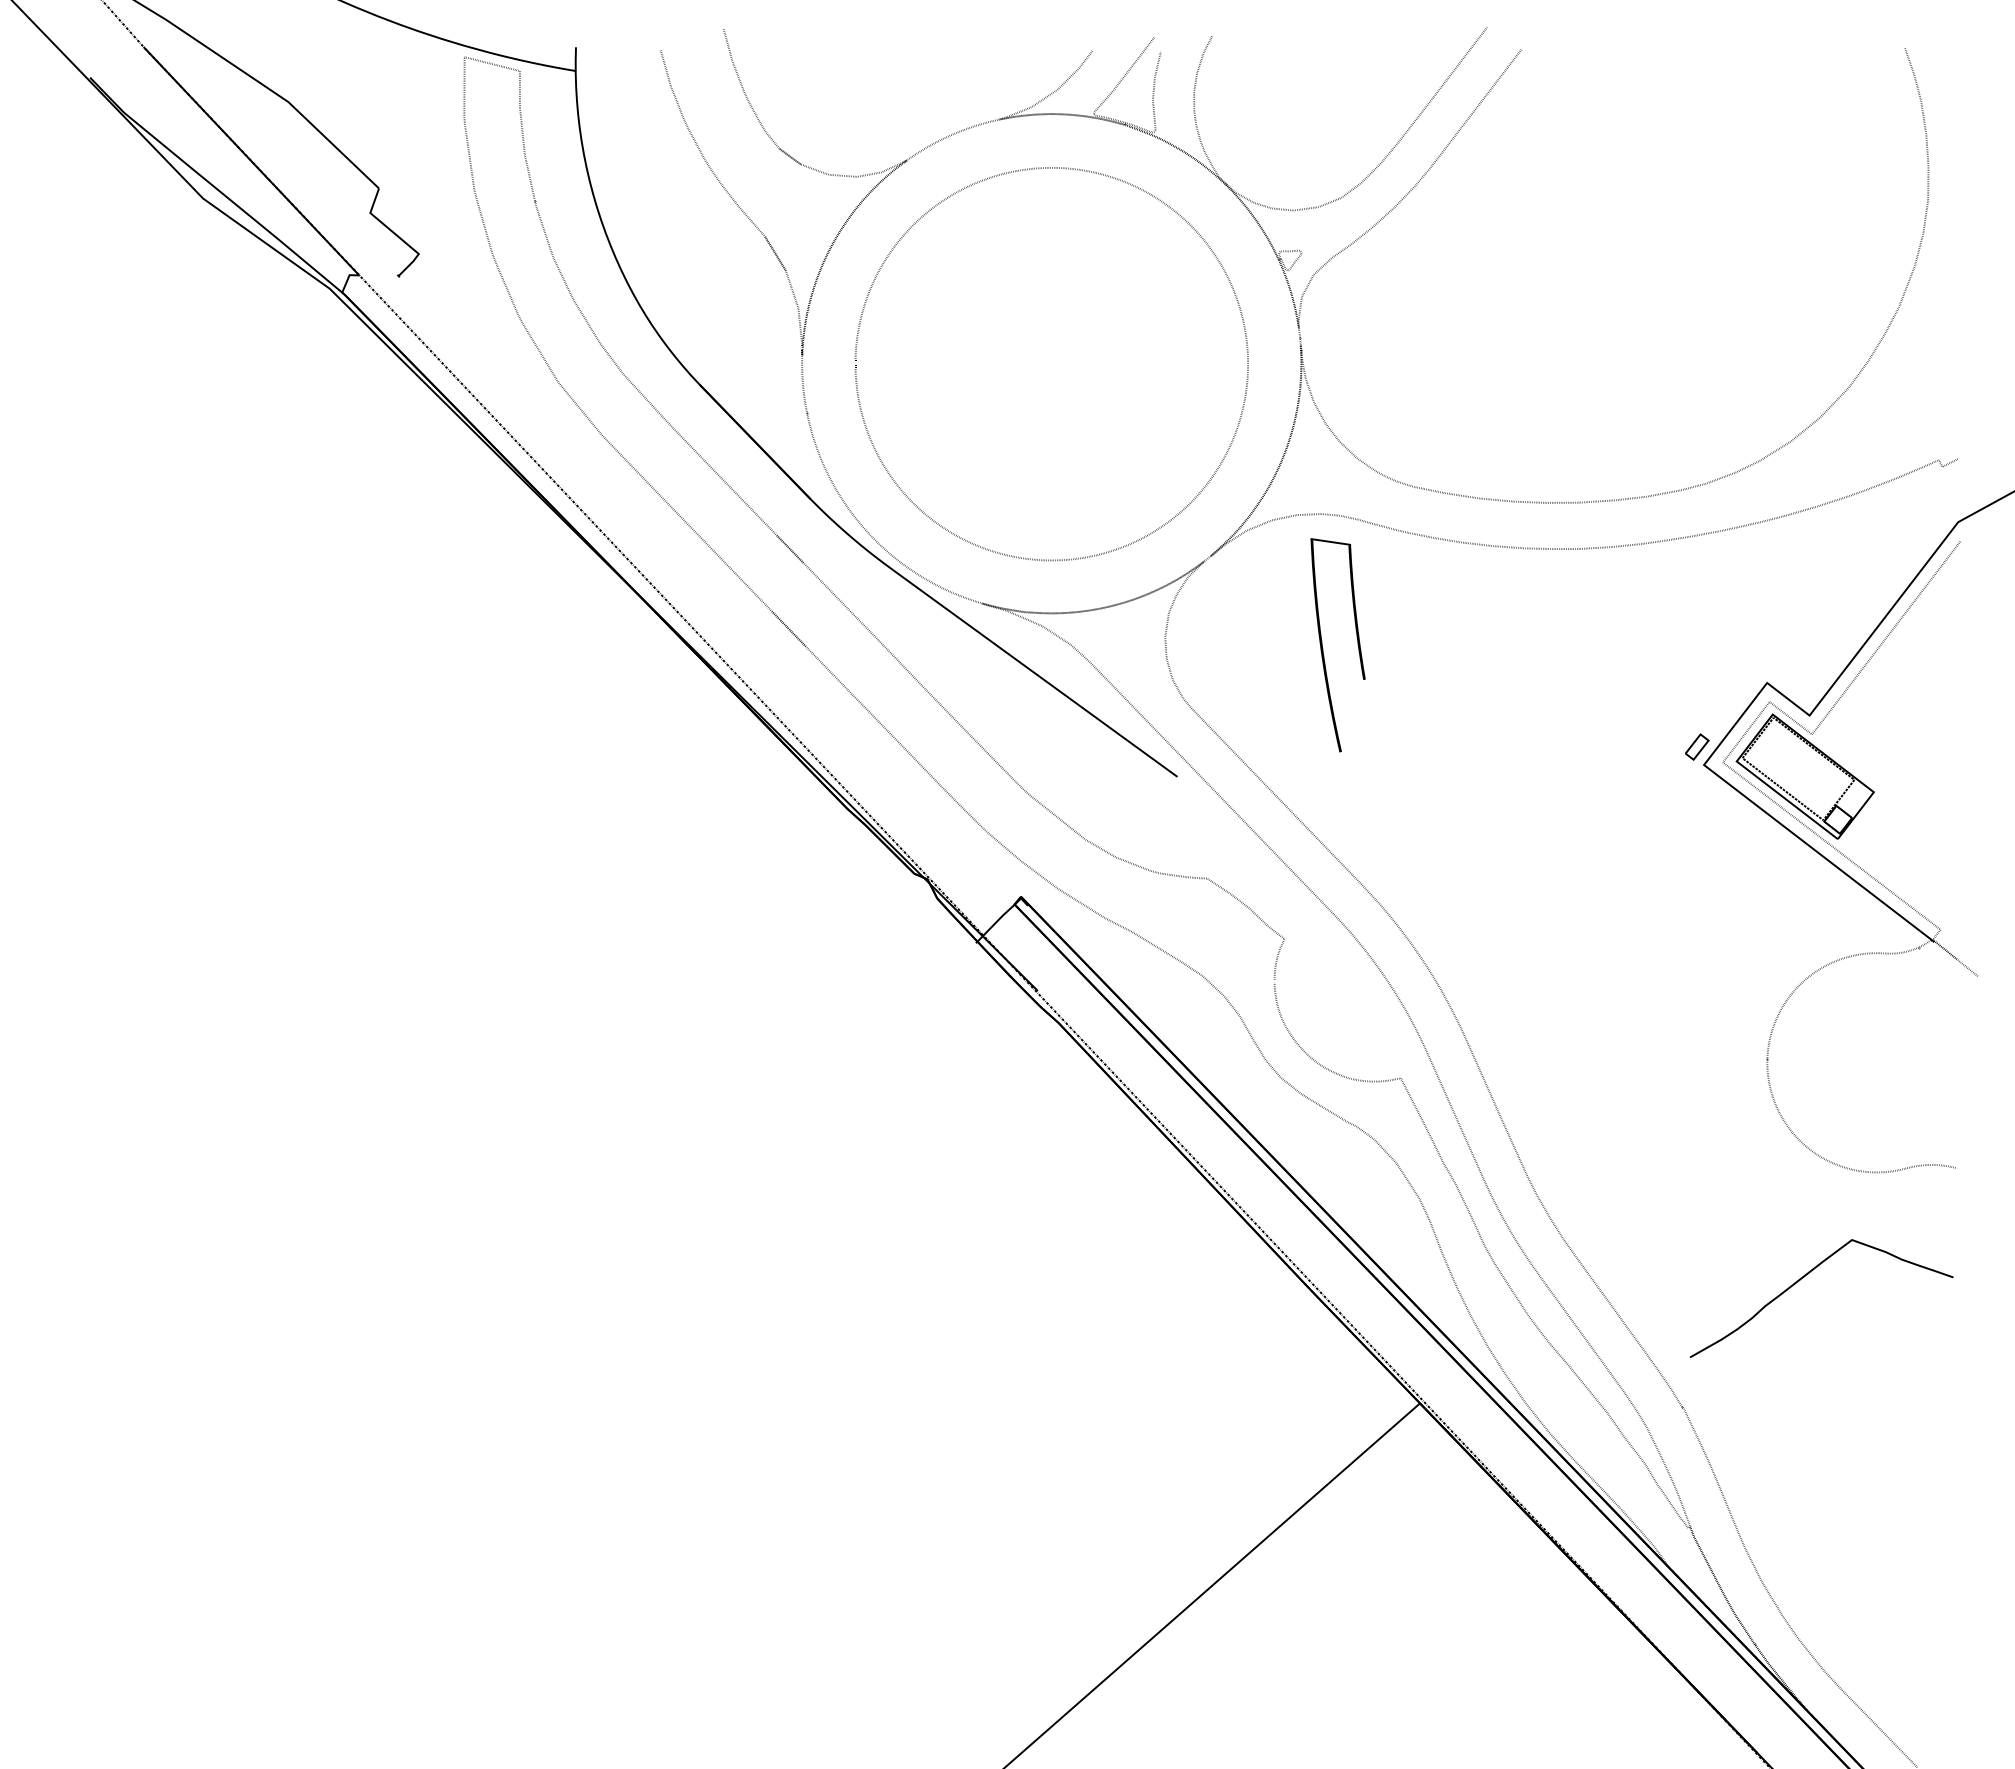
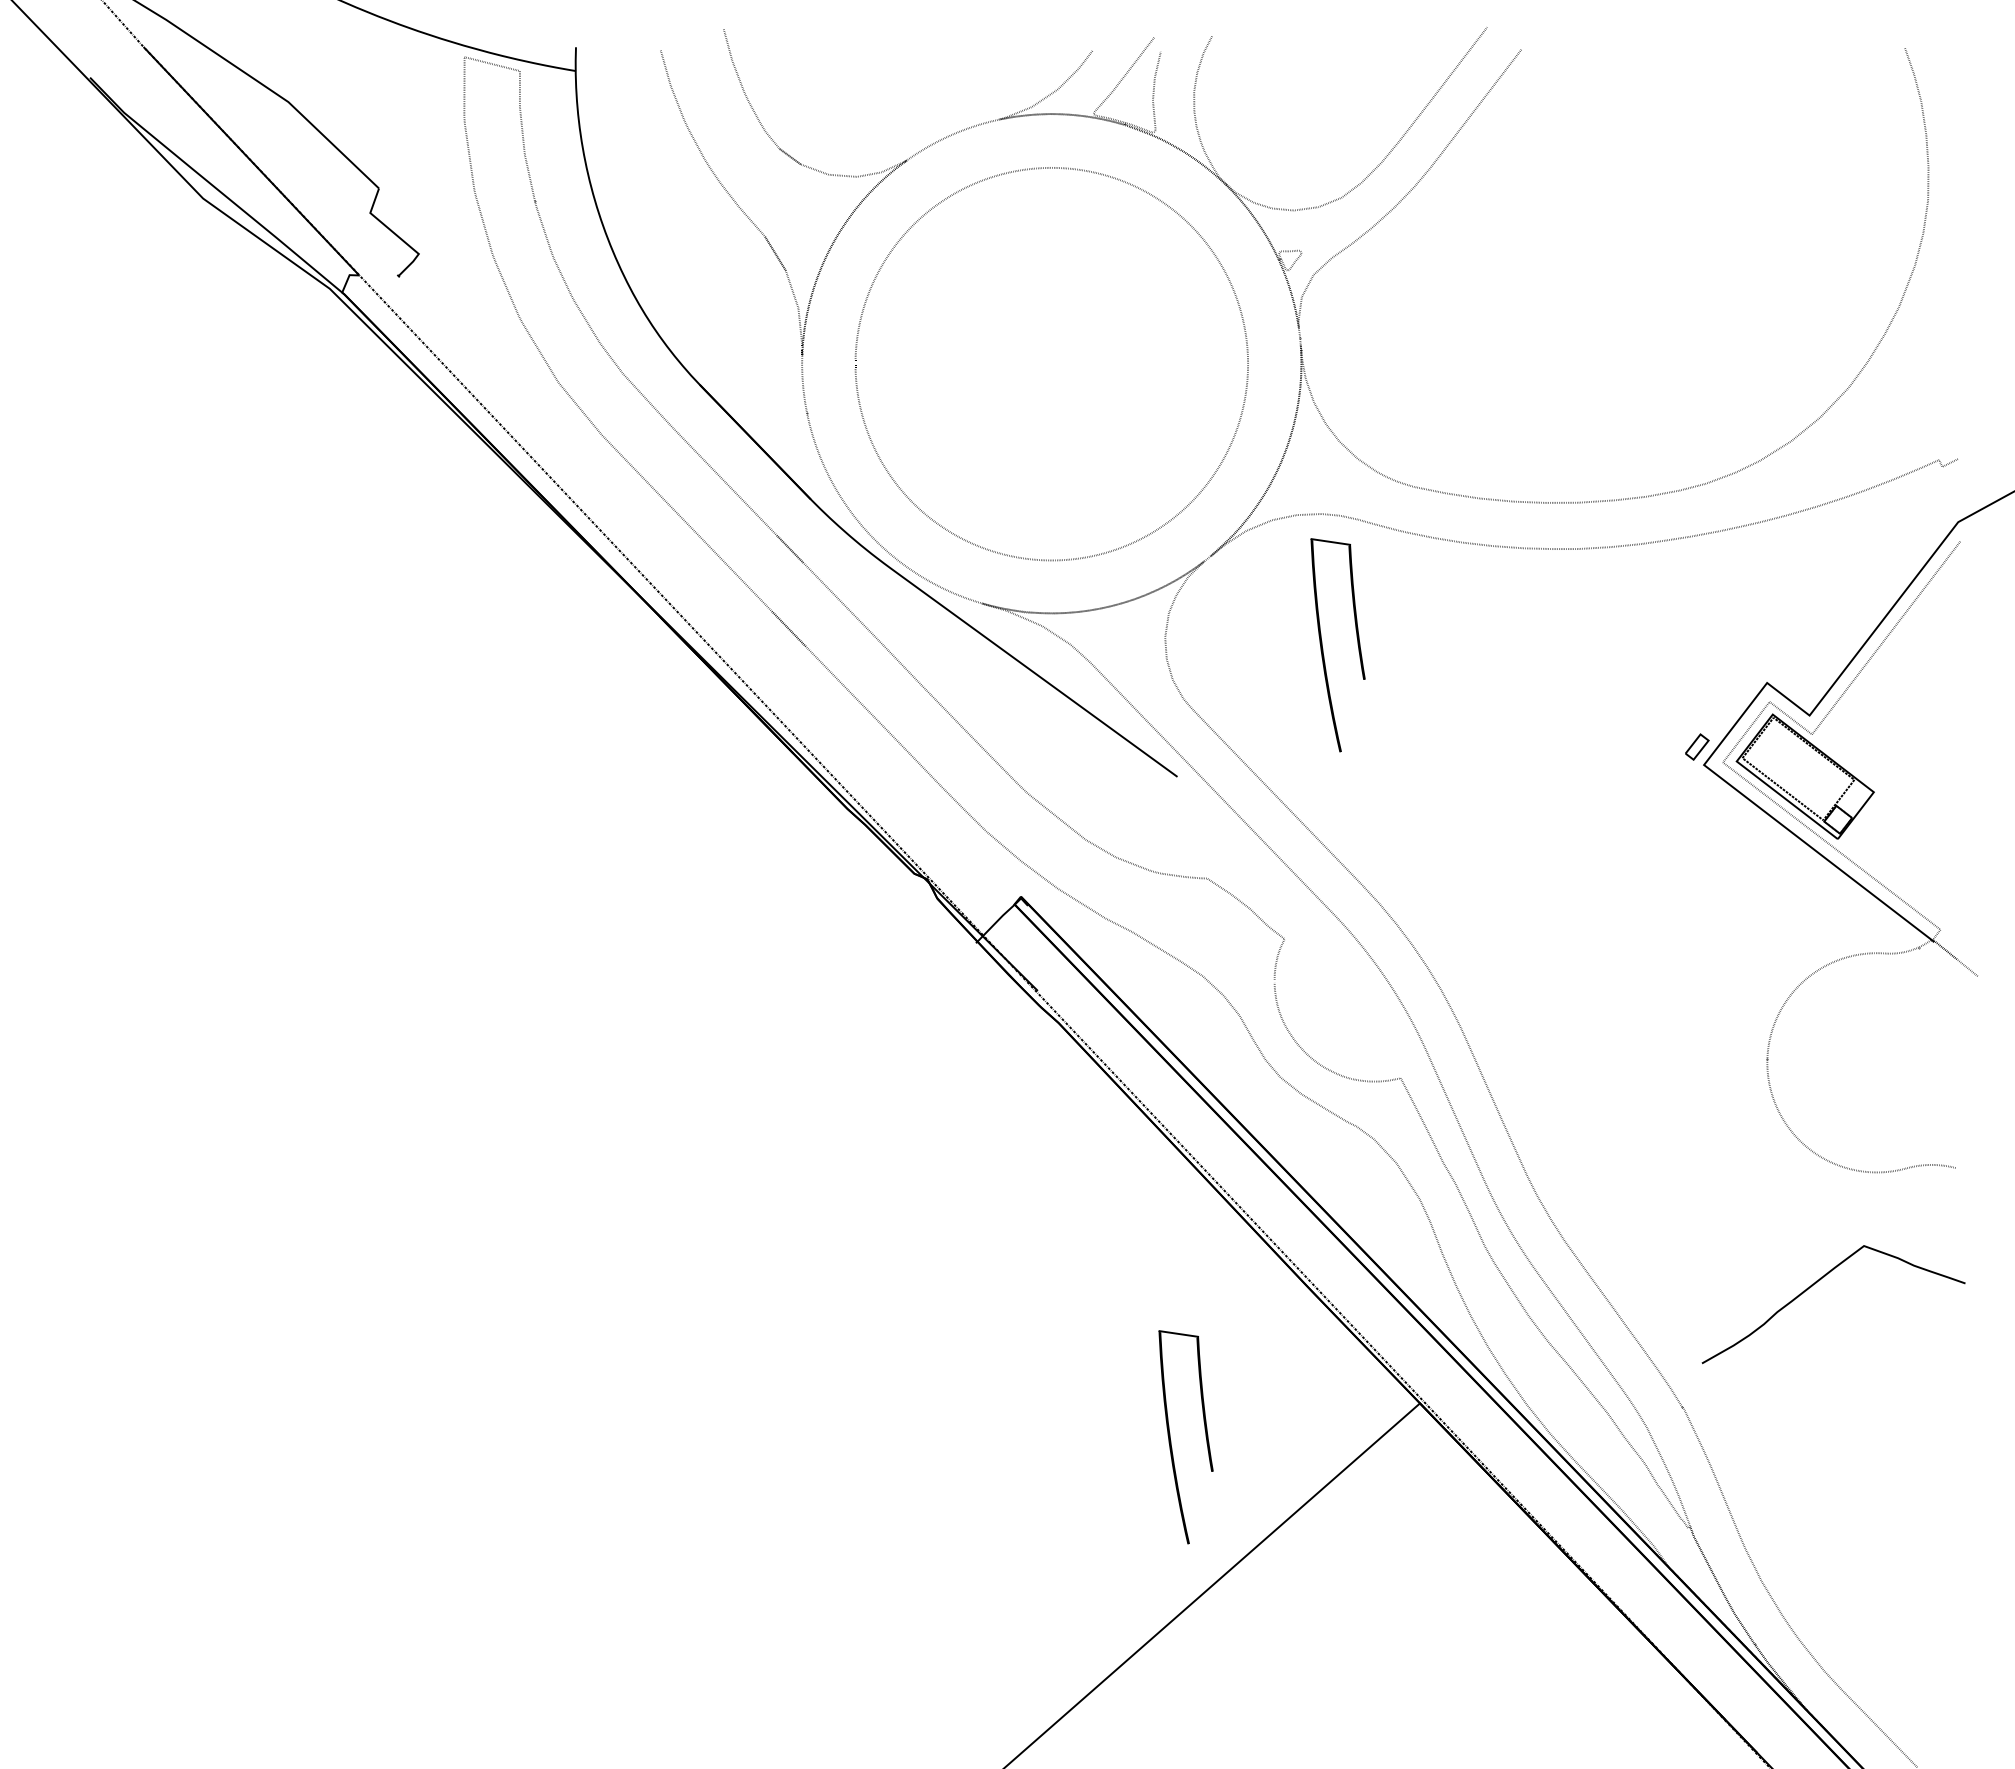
curve at (1803, 1278) position: (1803, 1278) -> (1815, 1284)
part at (1171, 1440): none -> present
